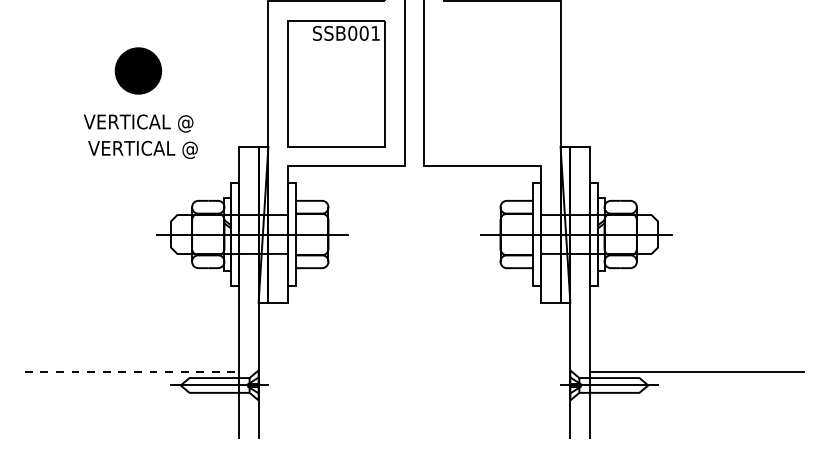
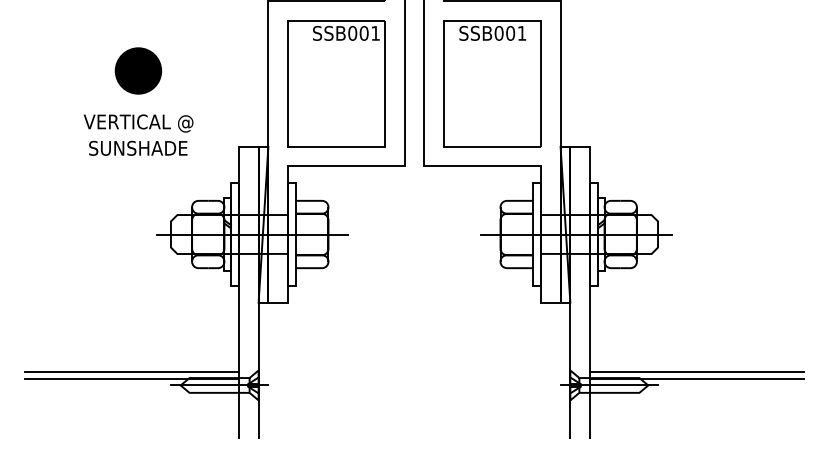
part at (492, 83): none -> present
text at (142, 149): VERTICAL @ -> SUNSHADE
line at (132, 371): dashed -> solid
line at (131, 379): none -> present
line at (696, 379): none -> present
